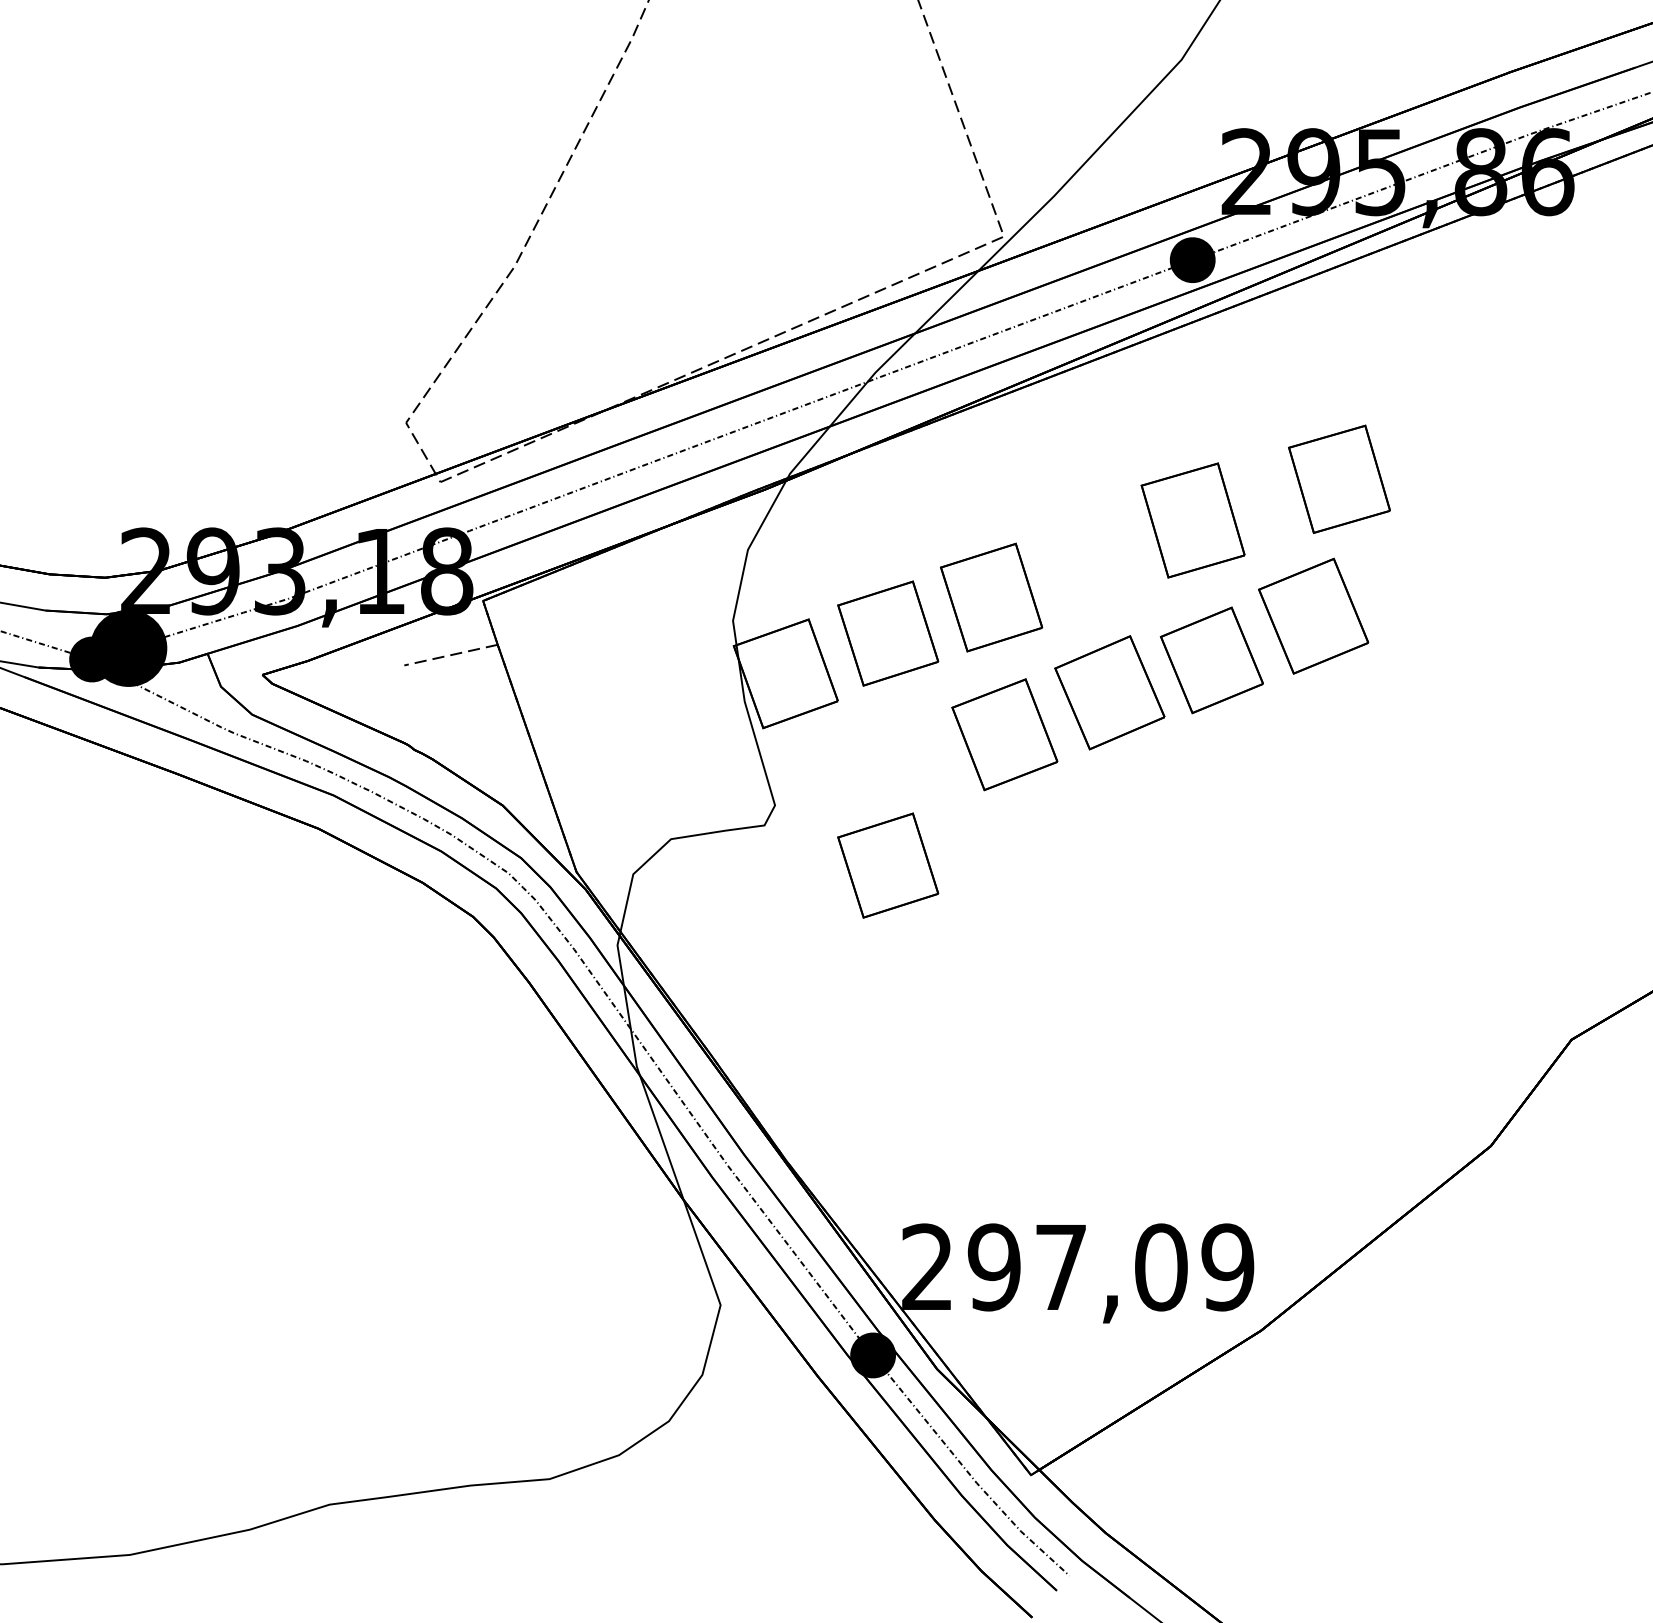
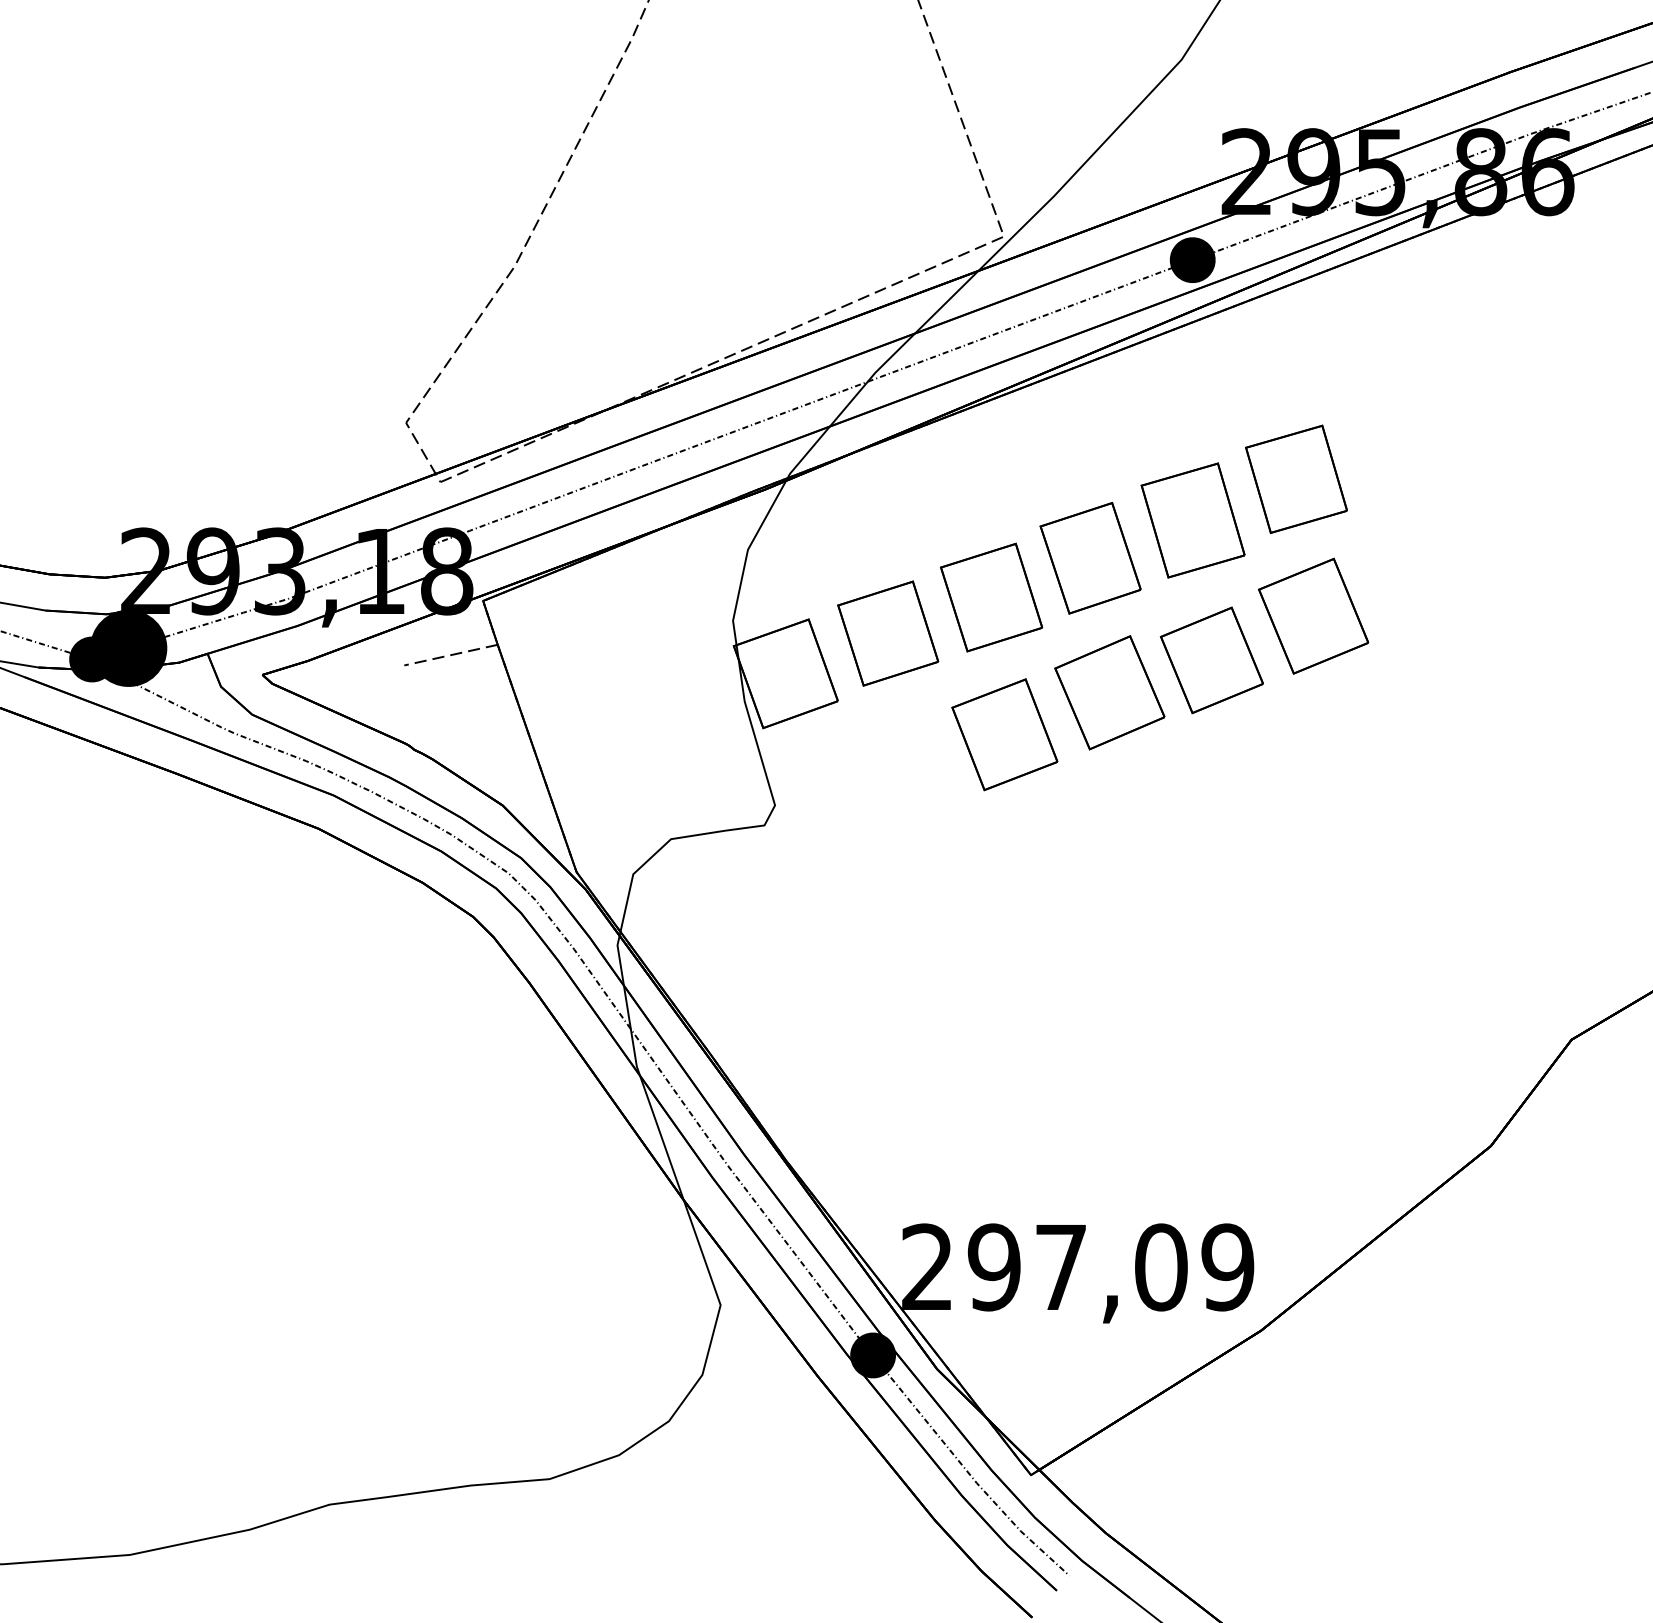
part at (1339, 478) position: (1339, 478) -> (1296, 478)
part at (1090, 558): none -> present
part at (888, 865): present -> none
